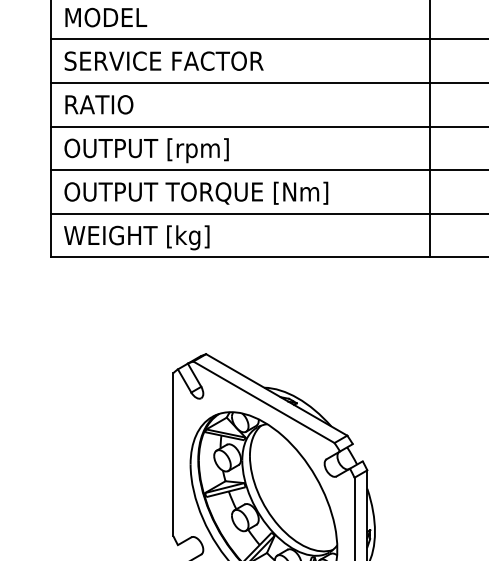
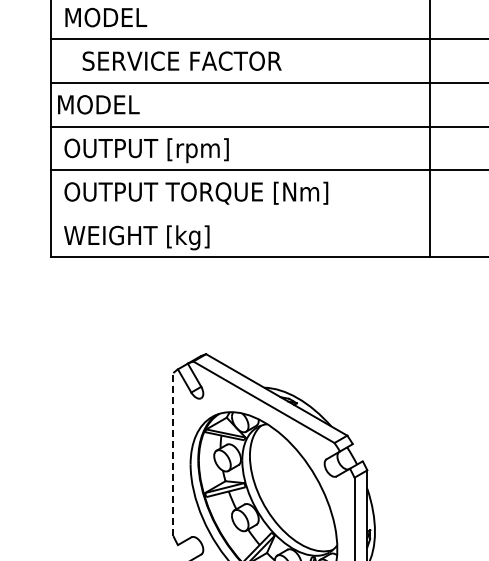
text at (163, 60) position: (163, 60) -> (181, 60)
text at (98, 104): RATIO -> MODEL
line at (268, 213): present -> none
line at (173, 454): solid -> dashed
